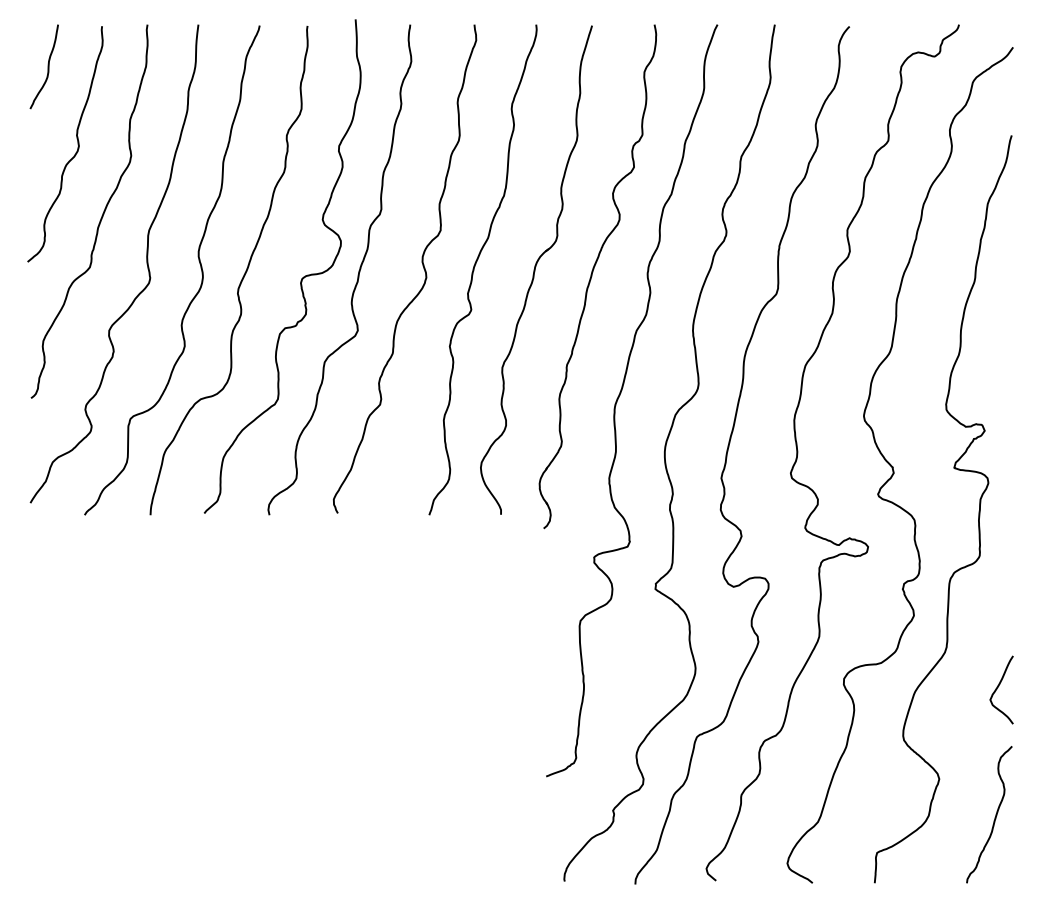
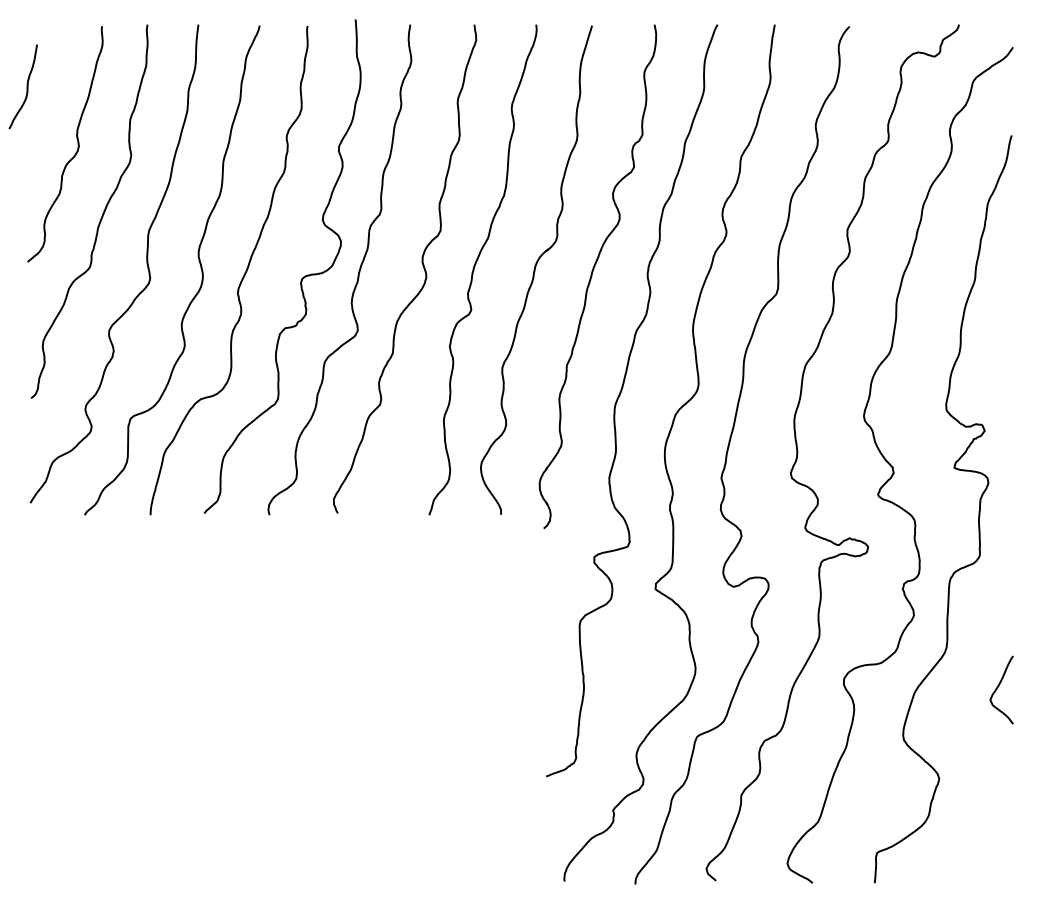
curve at (47, 66) position: (47, 66) -> (26, 86)
curve at (994, 817): present -> none
